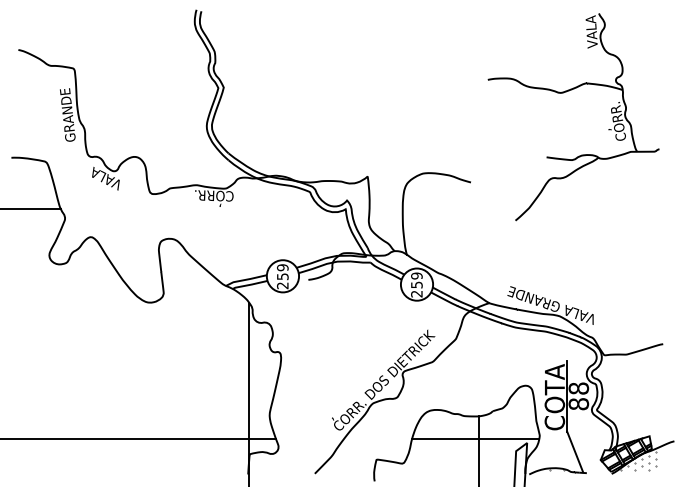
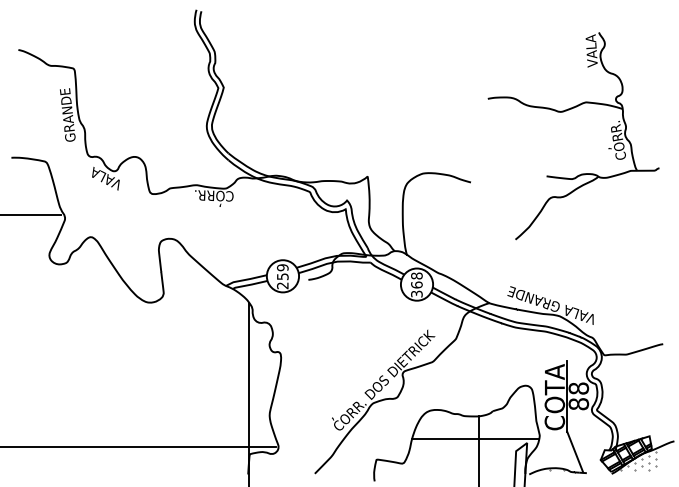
part at (566, 92) position: (566, 92) -> (566, 111)
line at (31, 209) position: (31, 209) -> (31, 215)
text at (416, 284): 259 -> 368
line at (139, 439) position: (139, 439) -> (139, 447)
